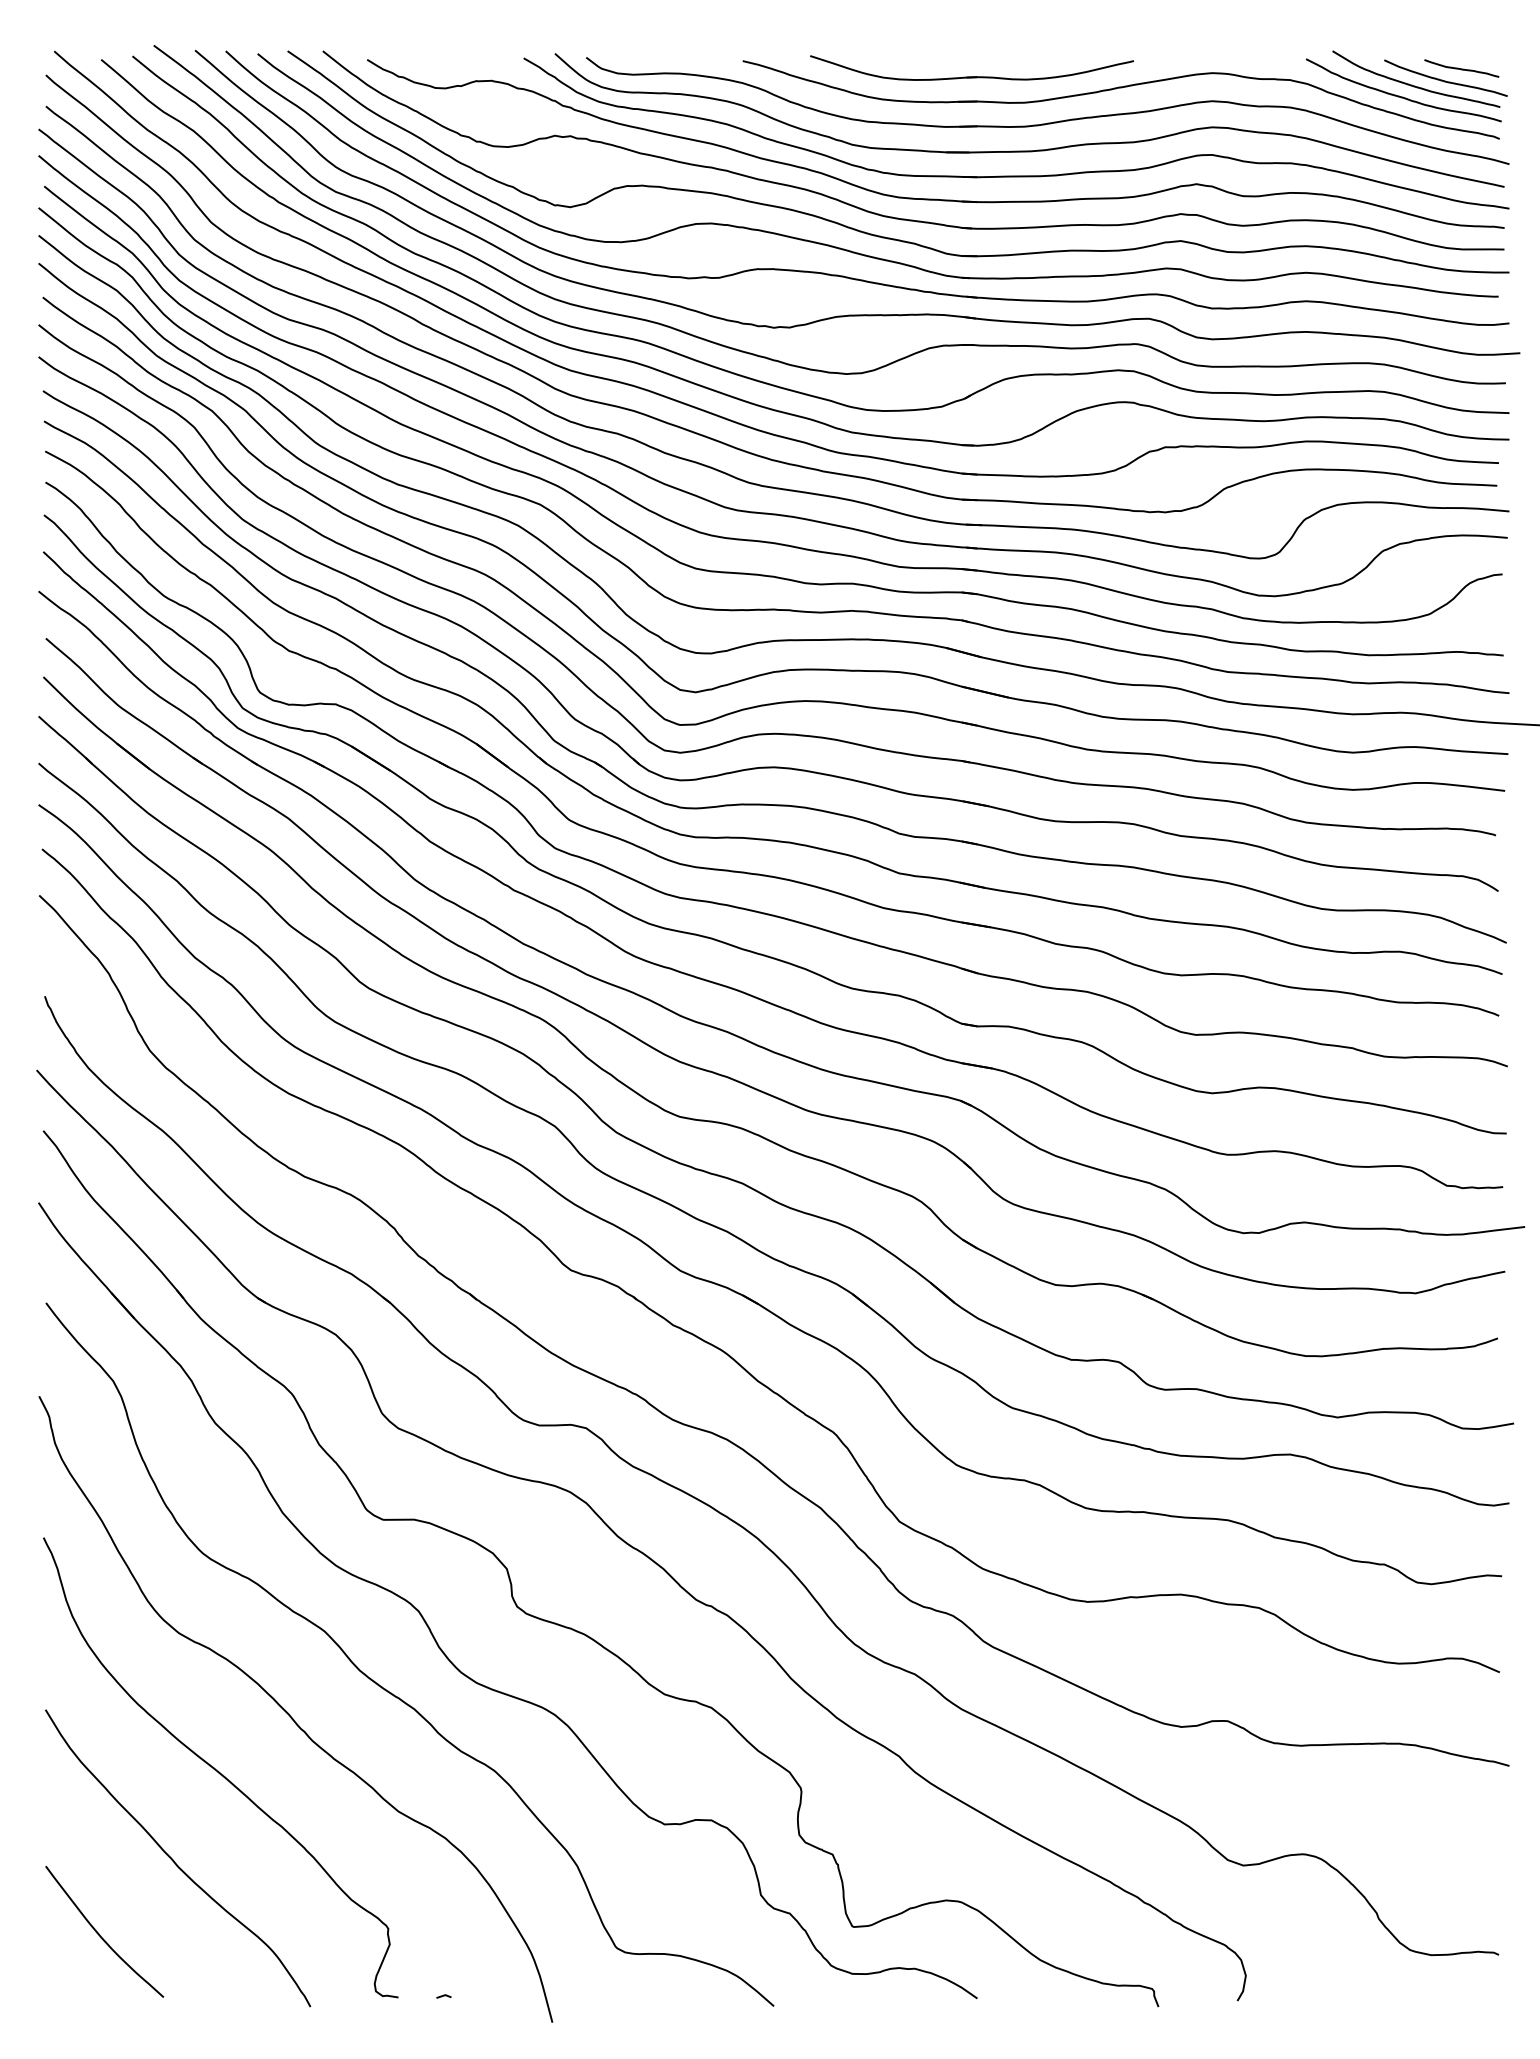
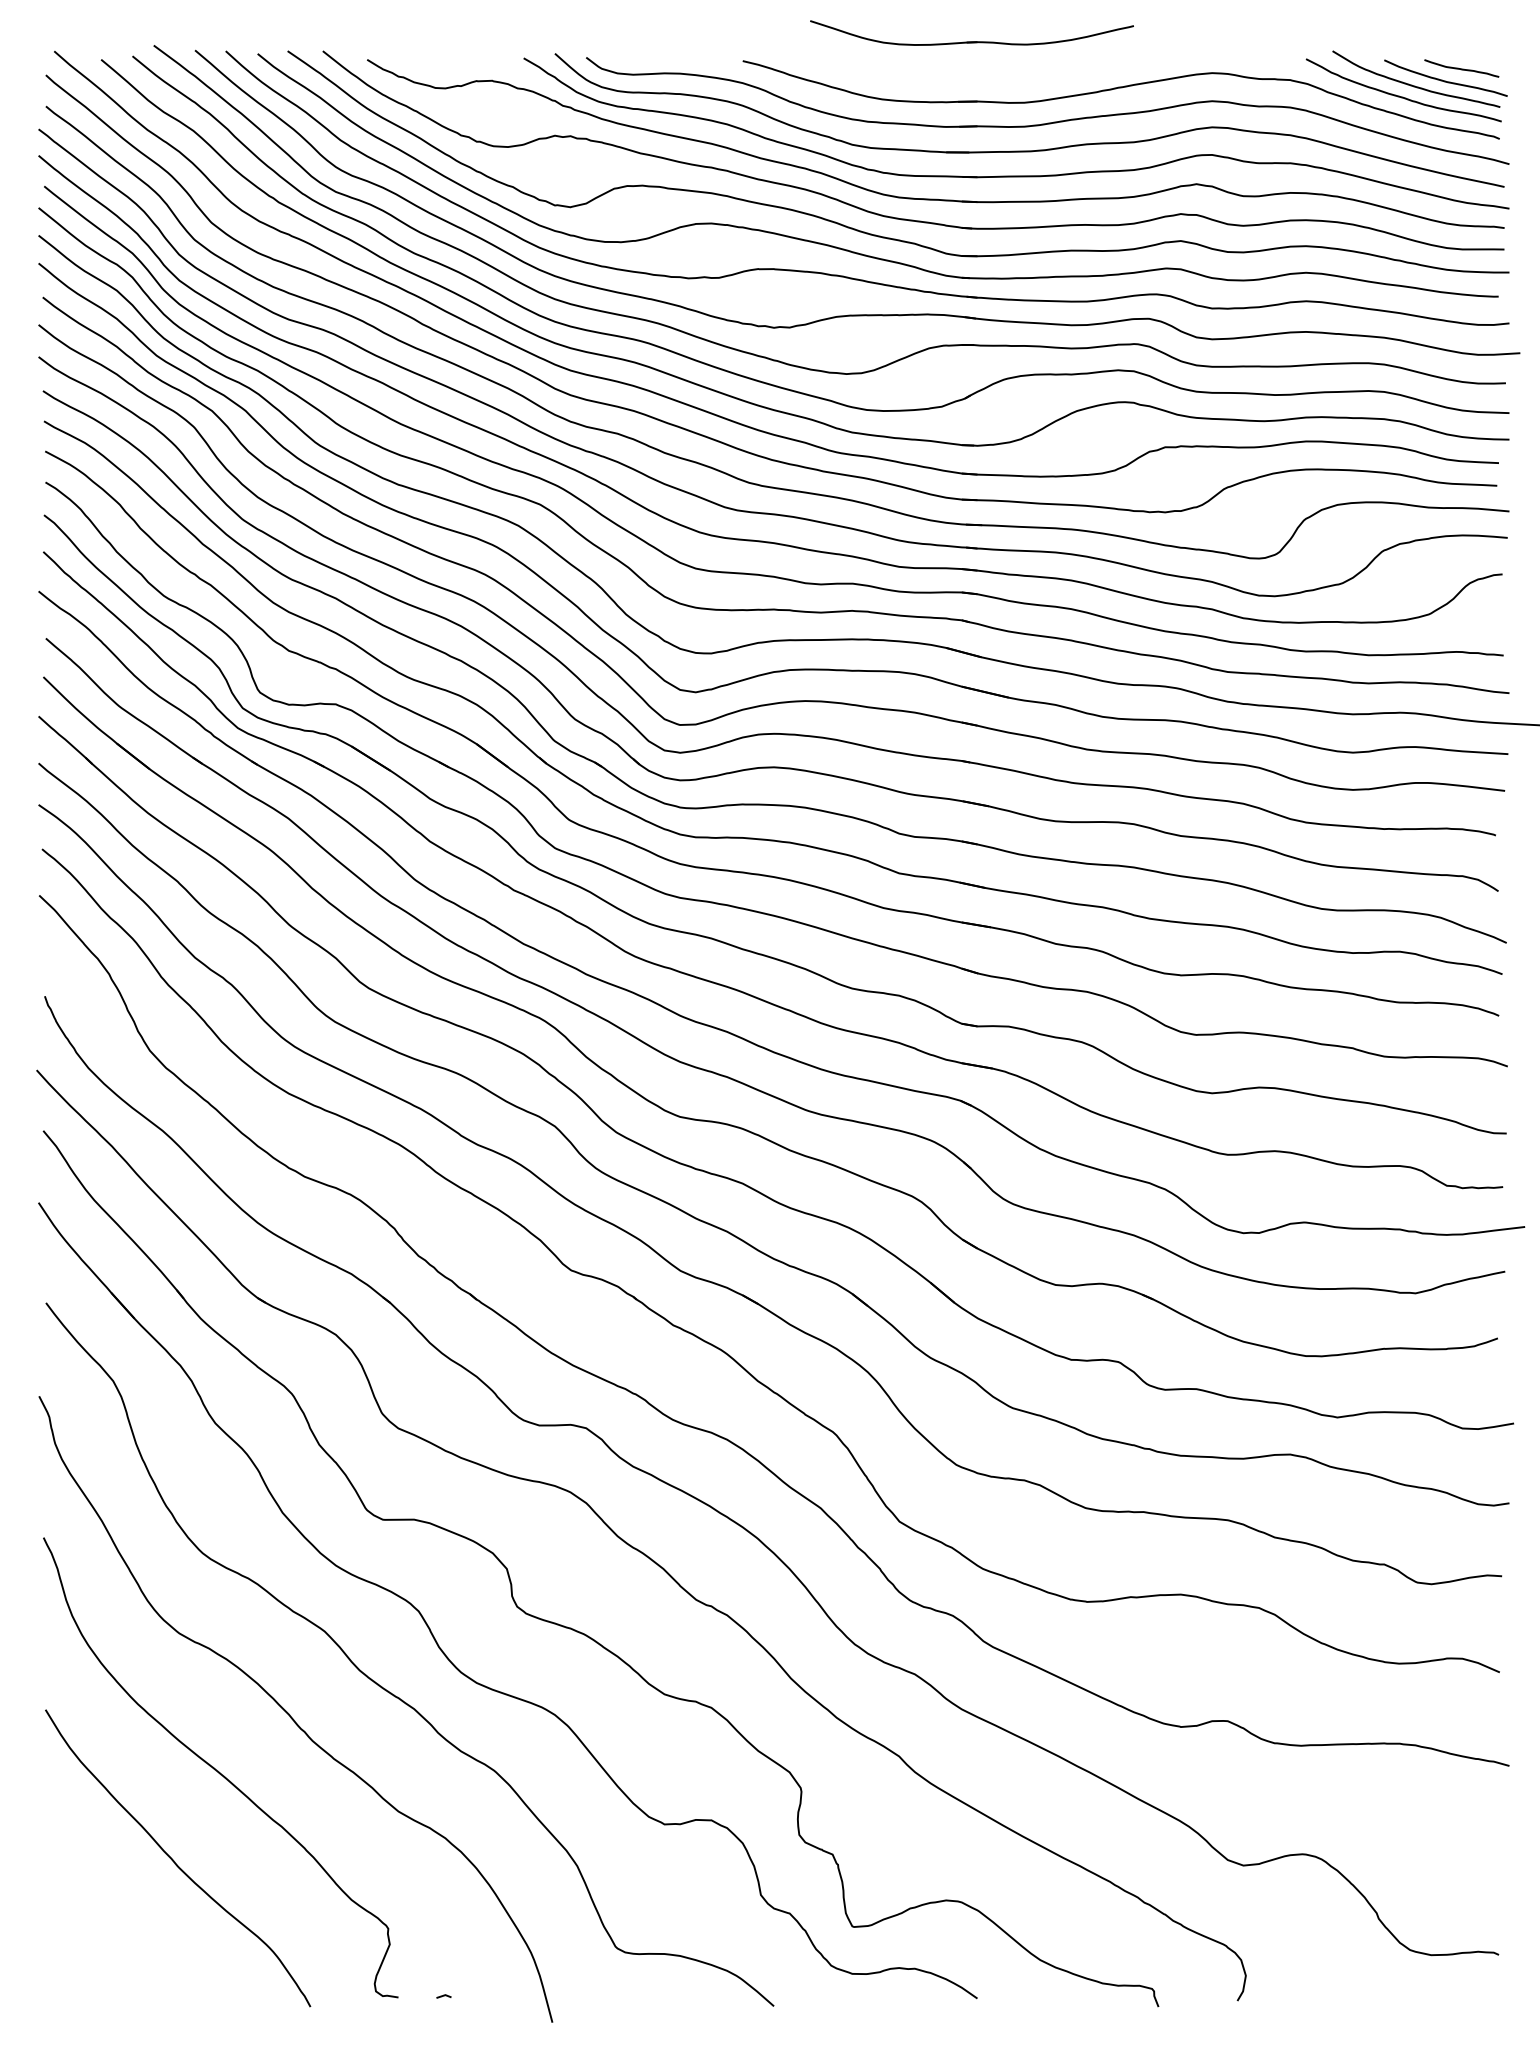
part at (971, 76) position: (971, 76) -> (971, 41)
curve at (100, 1934): present -> none
